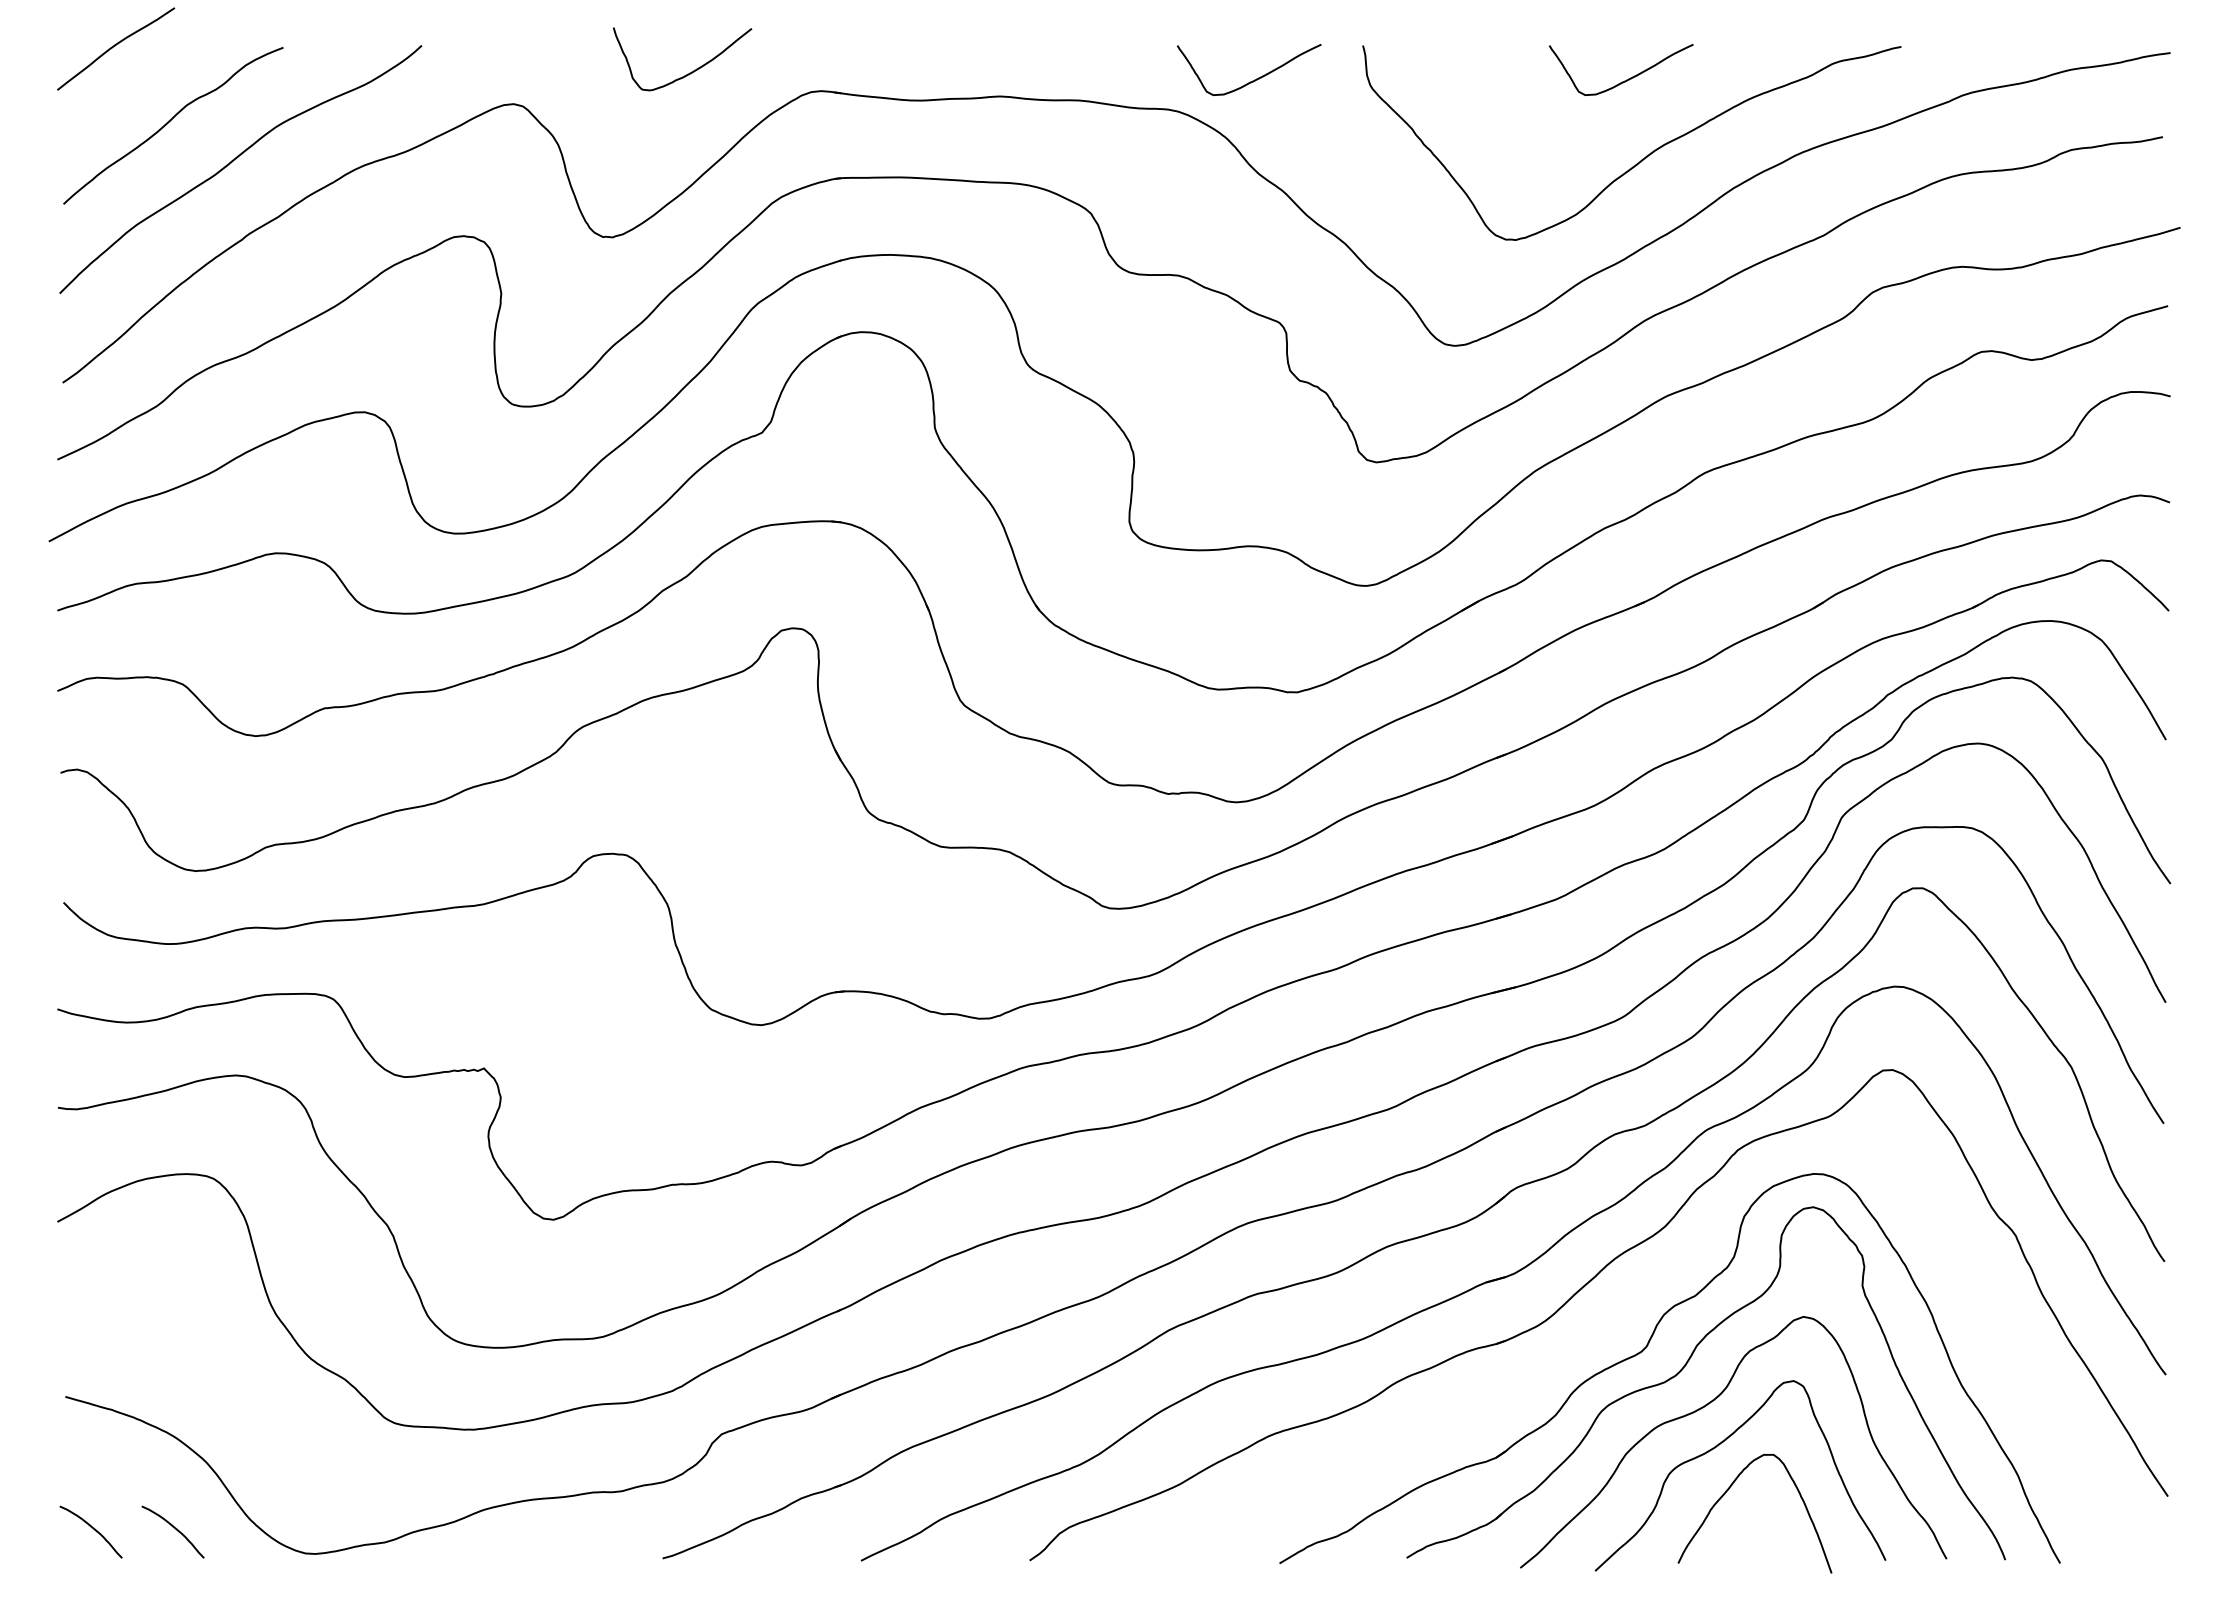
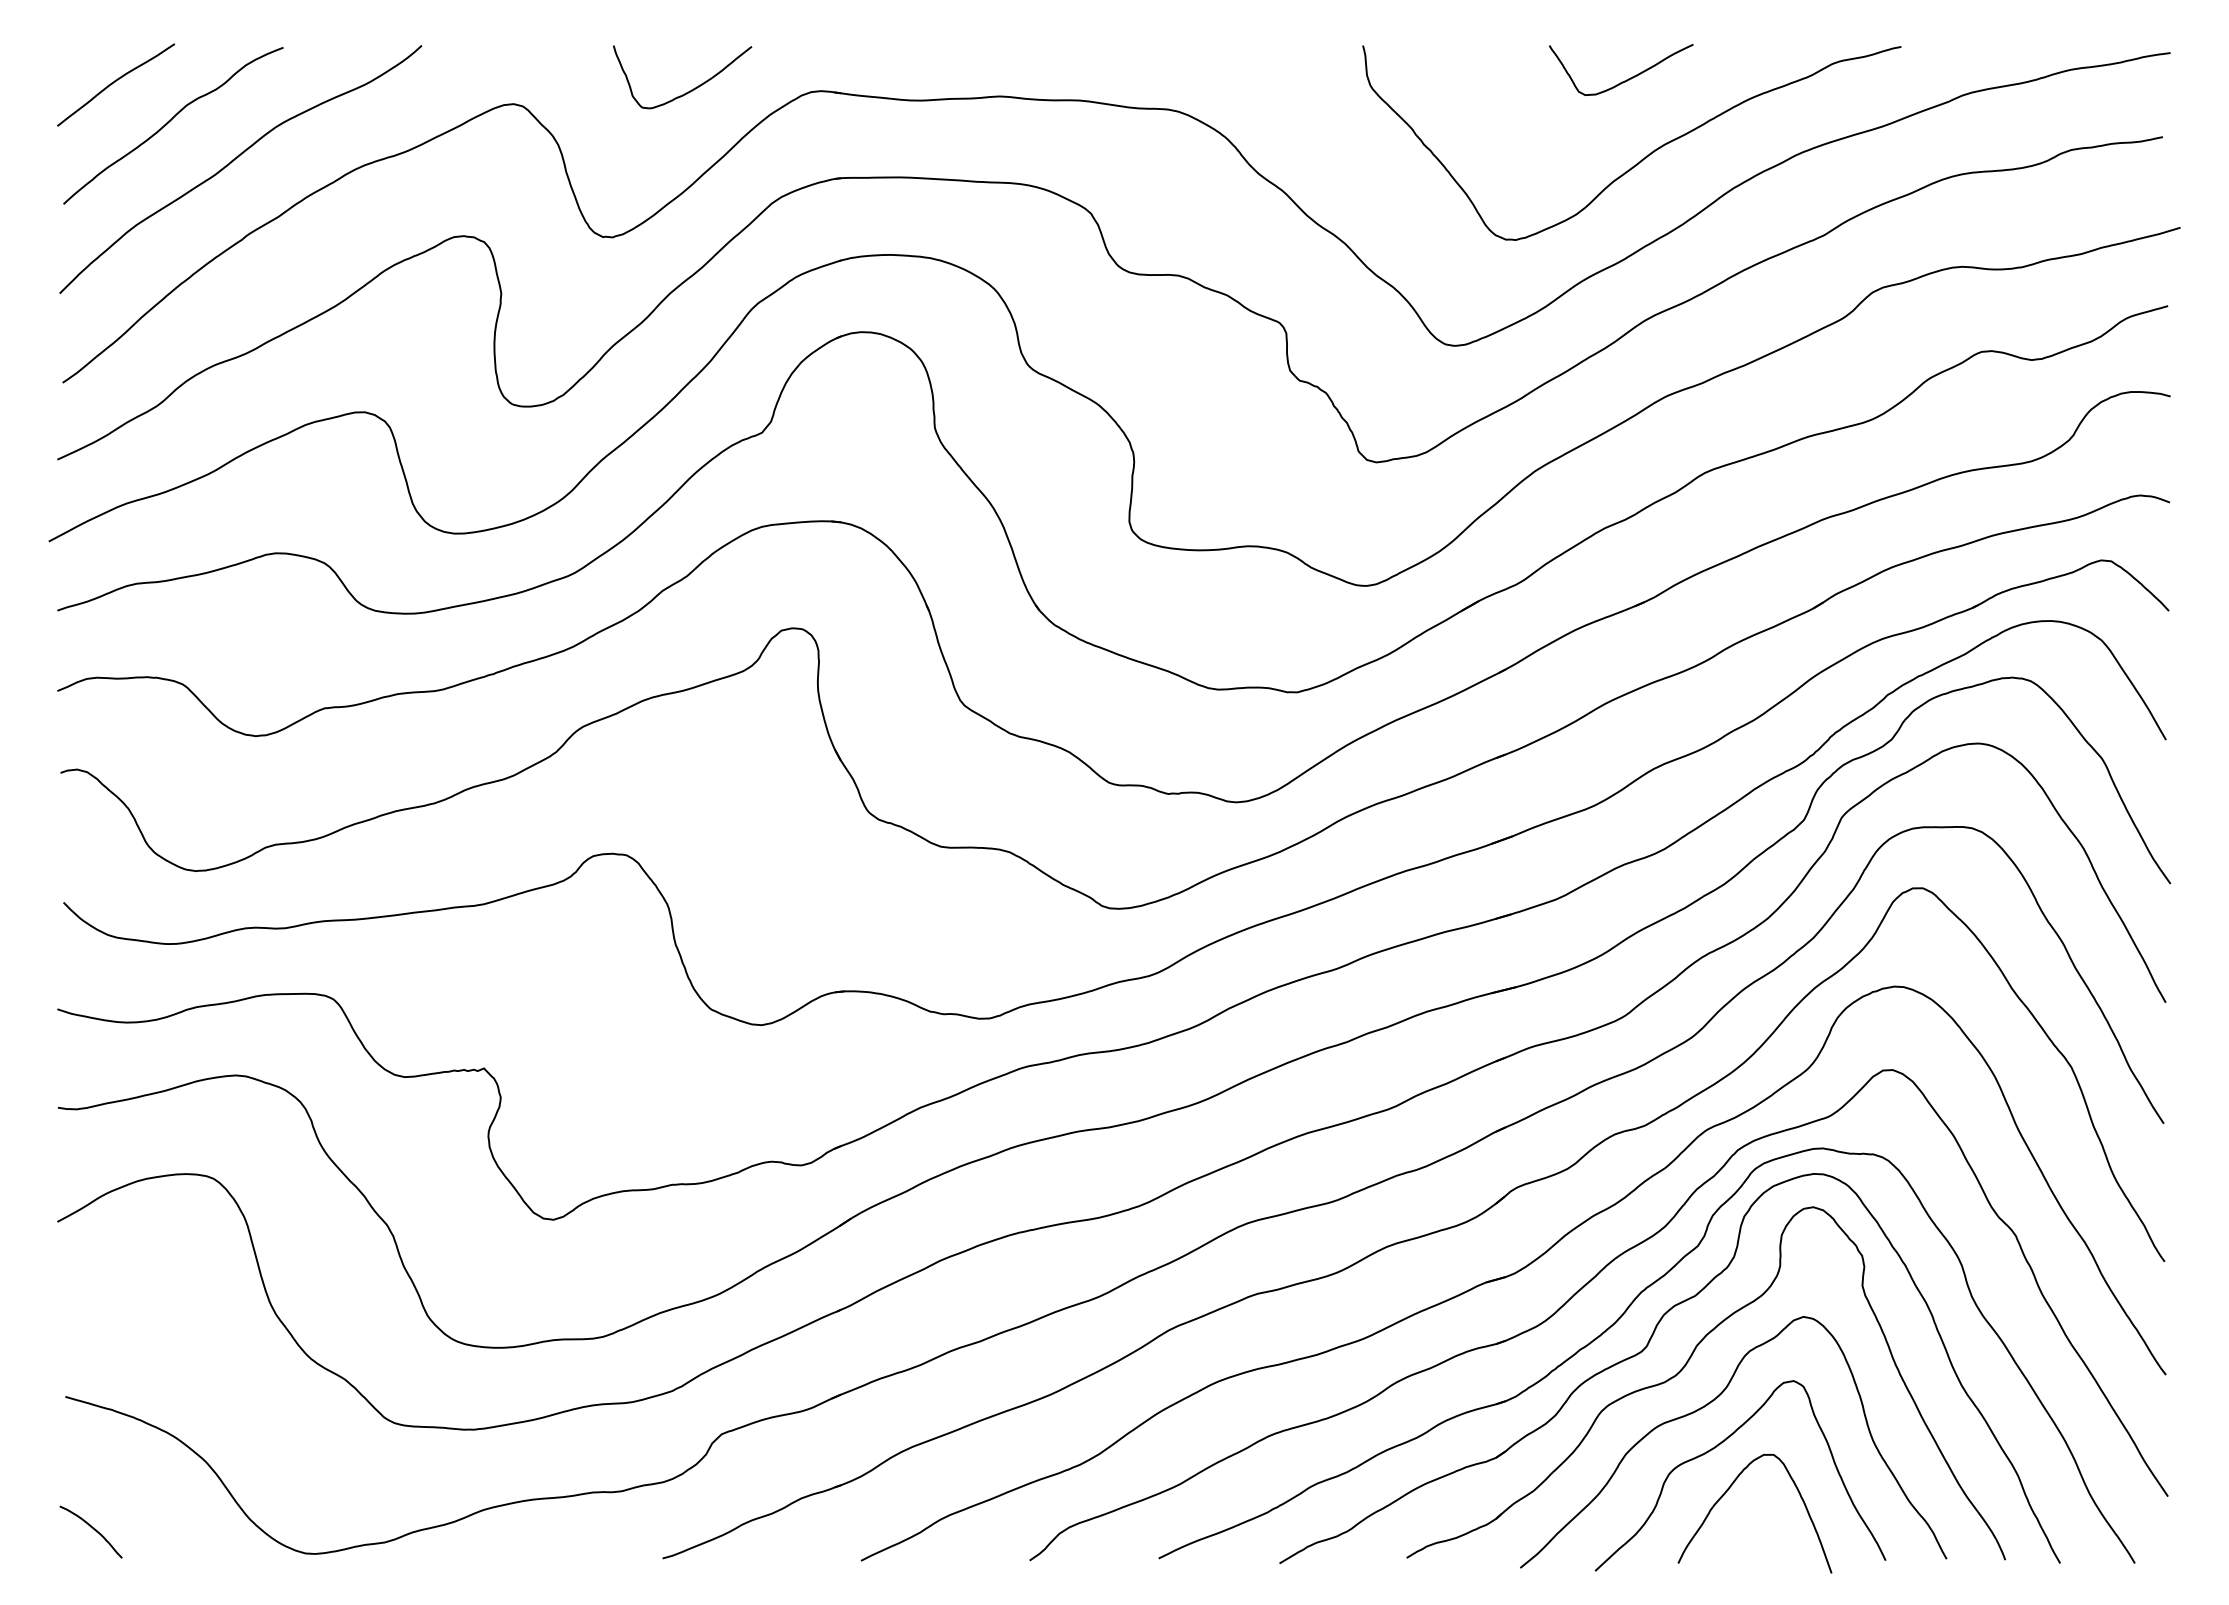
curve at (115, 46) position: (115, 46) -> (115, 82)
curve at (689, 72) position: (689, 72) -> (689, 90)
curve at (1254, 79): present -> none
part at (1615, 1323): none -> present
curve at (174, 1528): present -> none
